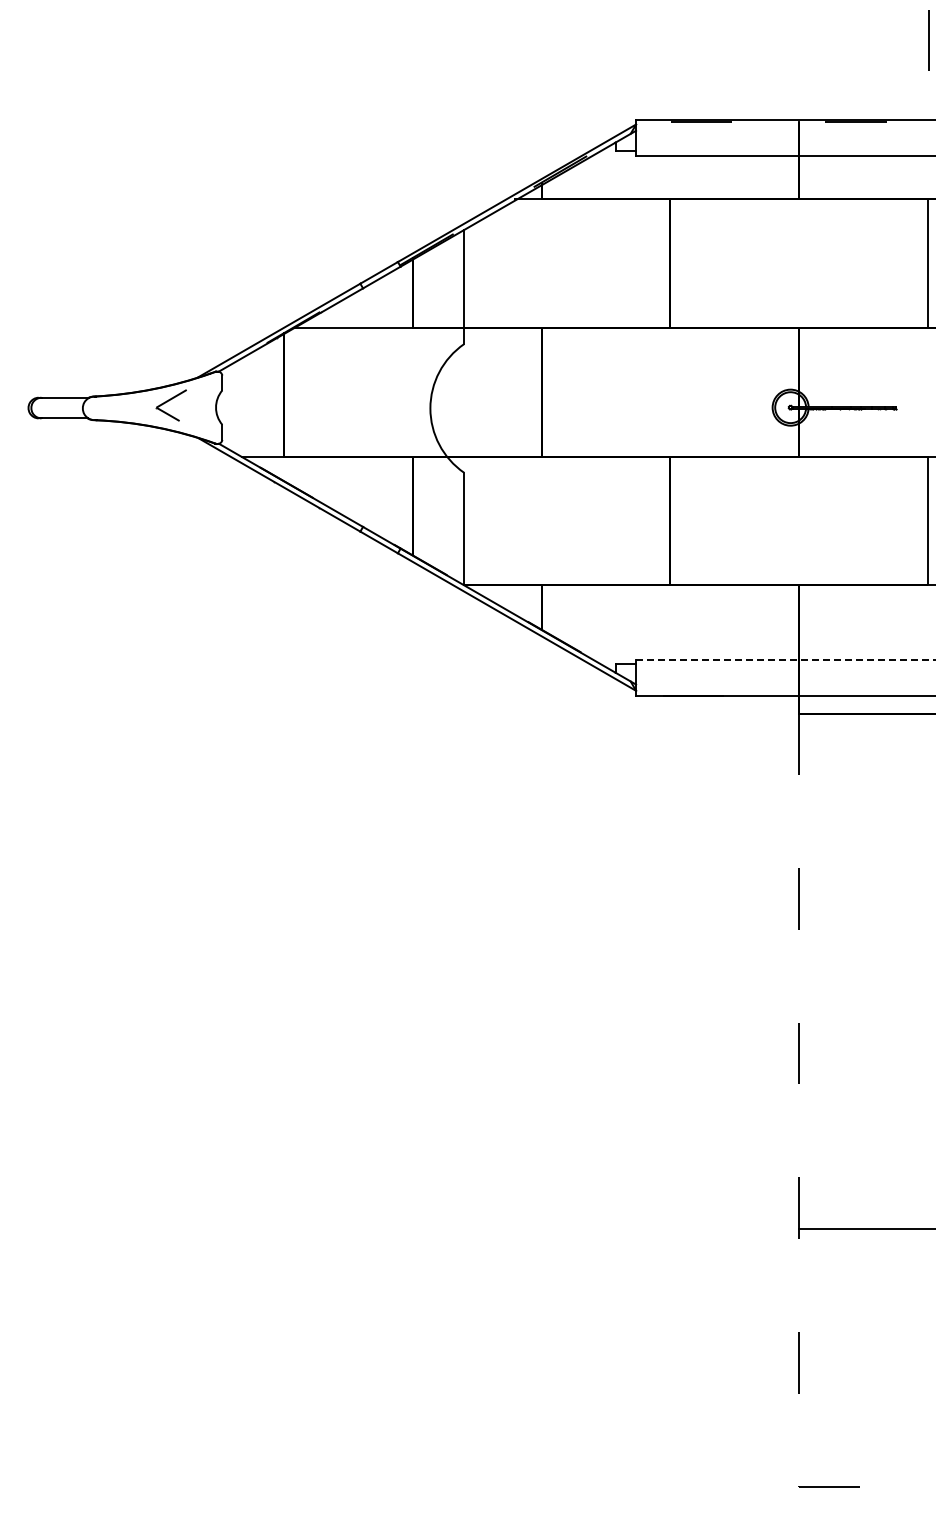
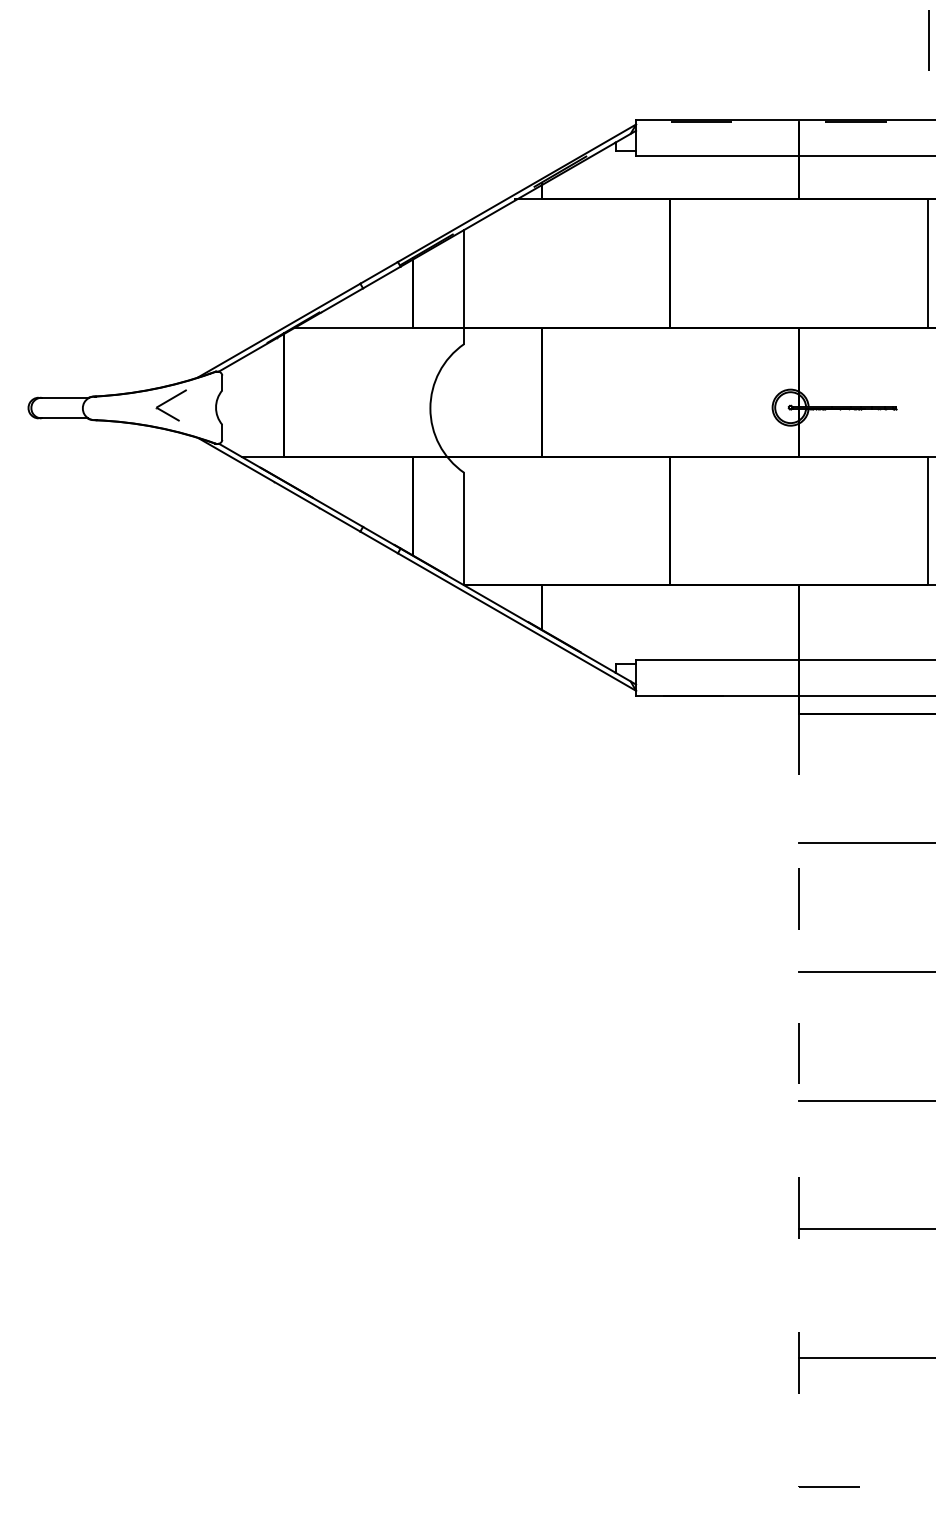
line at (785, 659): dashed -> solid
line at (865, 843): none -> present
line at (865, 971): none -> present
line at (865, 1100): none -> present
line at (865, 1358): none -> present
